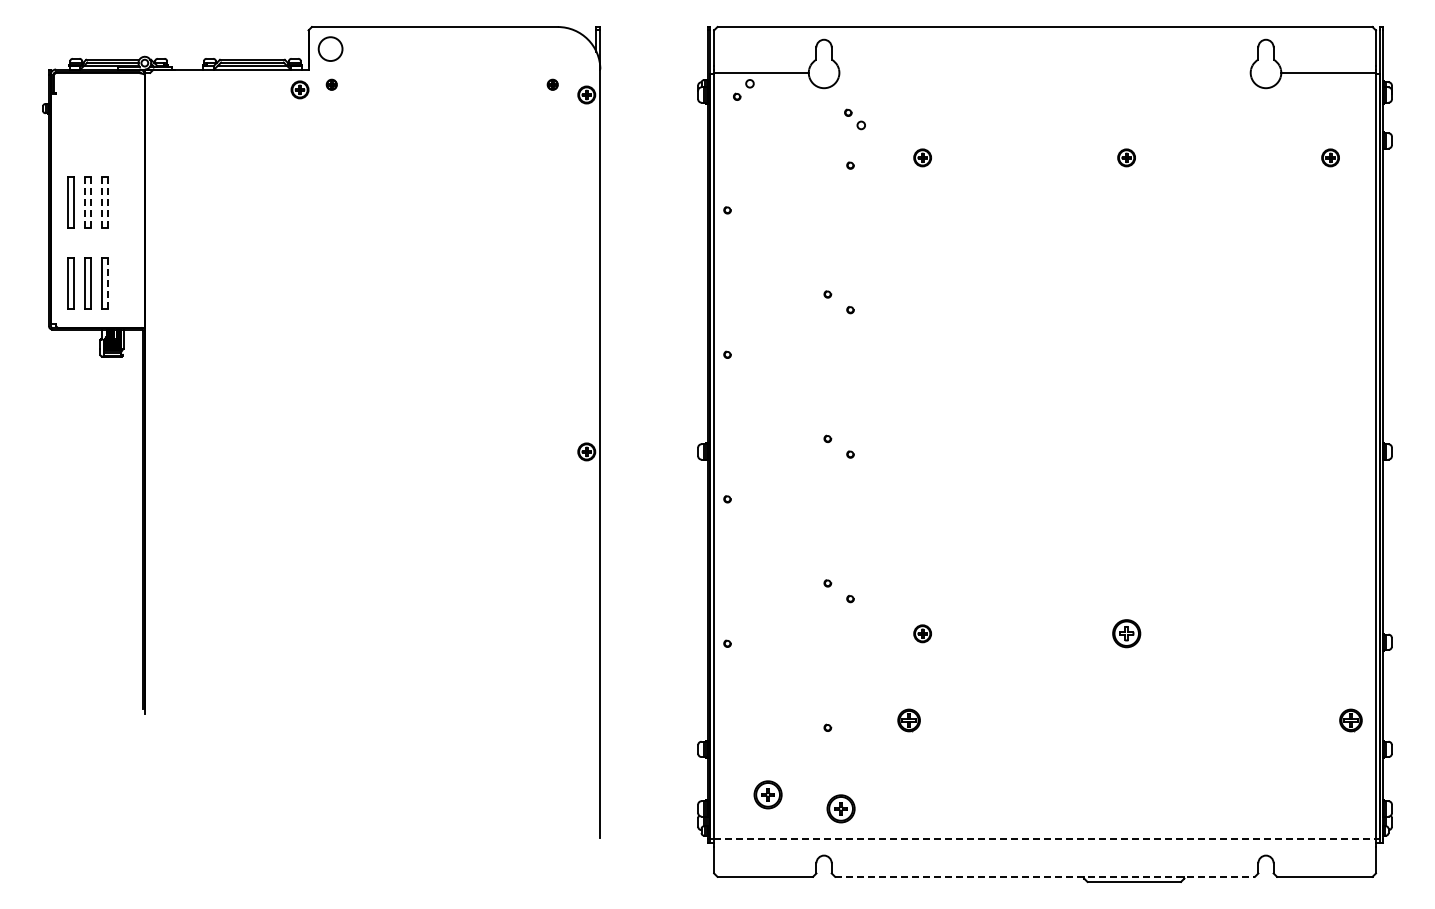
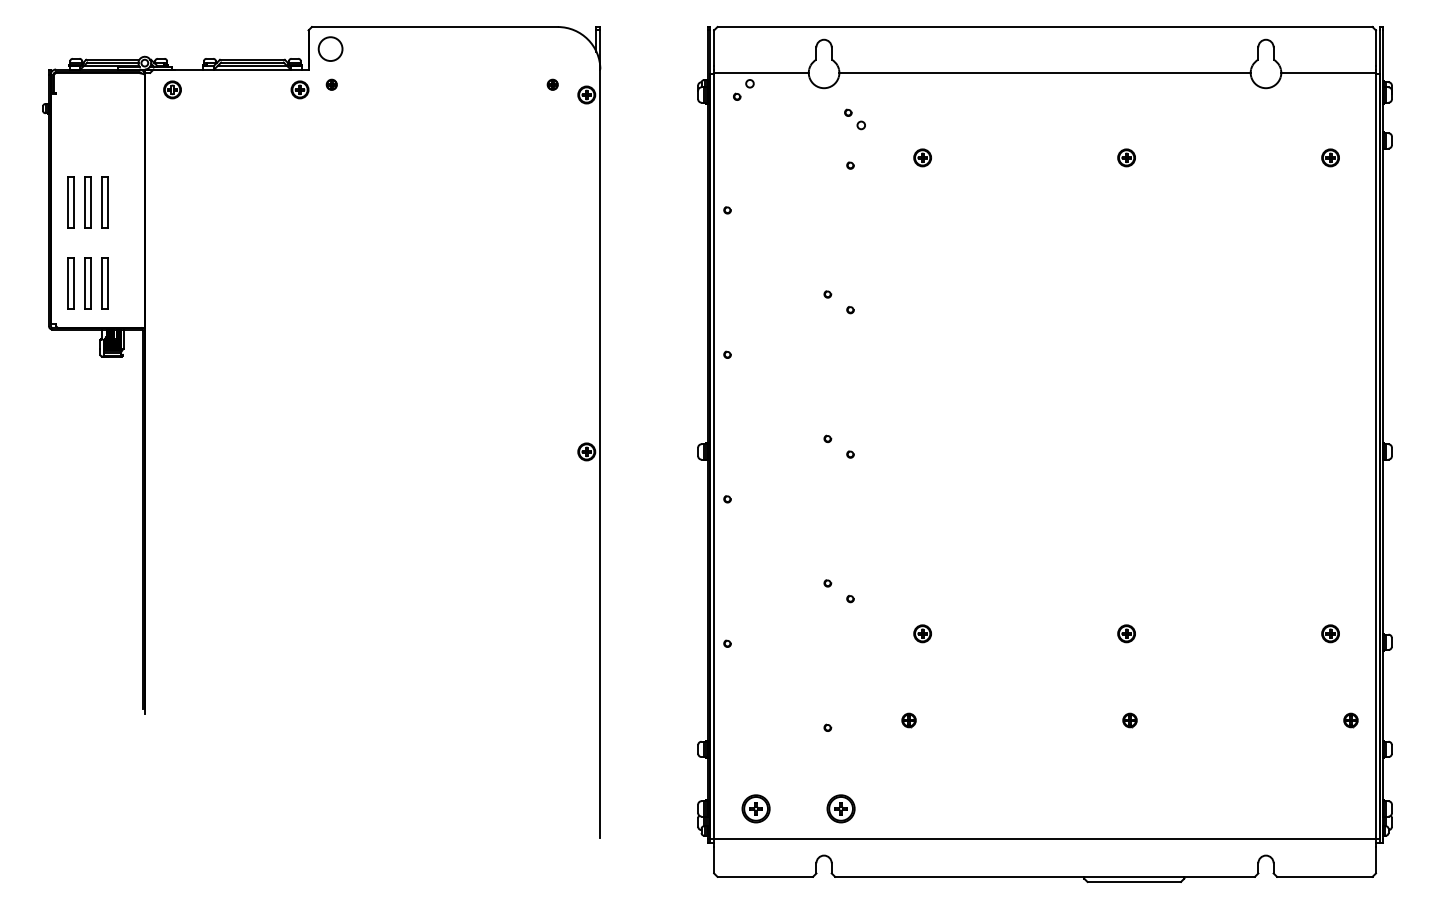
line at (1044, 73): none -> present
part at (172, 89): none -> present
line at (84, 201): dashed -> solid
line at (101, 201): dashed -> solid
line at (91, 202): dashed -> solid
line at (108, 202): dashed -> solid
line at (108, 284): dashed -> solid
part at (1126, 633) size: 30x30 px -> 19x20 px
part at (1330, 633): none -> present
part at (908, 720) size: 24x25 px -> 16x17 px
part at (1129, 720): none -> present
part at (1350, 720) size: 24x25 px -> 16x17 px
part at (767, 794) position: (767, 794) -> (755, 808)
line at (1045, 838): dashed -> solid
line at (1045, 876): dashed -> solid
